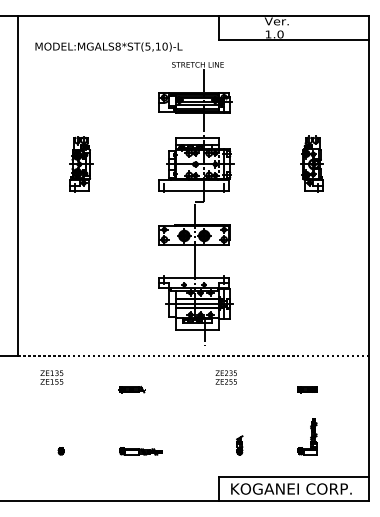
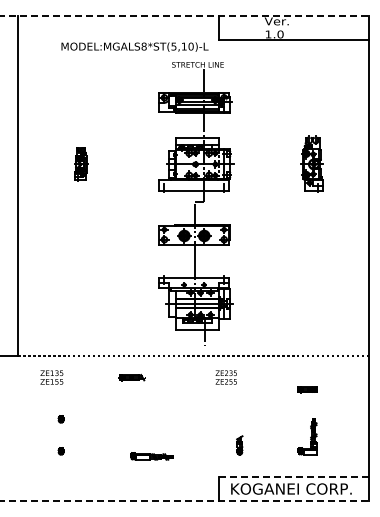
line at (185, 15): solid -> dashed
text at (108, 46) position: (108, 46) -> (134, 46)
part at (81, 164) size: 25x57 px -> 15x35 px
part at (131, 389) position: (131, 389) -> (131, 377)
part at (60, 419): none -> present
part at (140, 451) position: (140, 451) -> (151, 456)
line at (294, 476): solid -> dashed
line at (185, 501): solid -> dashed
